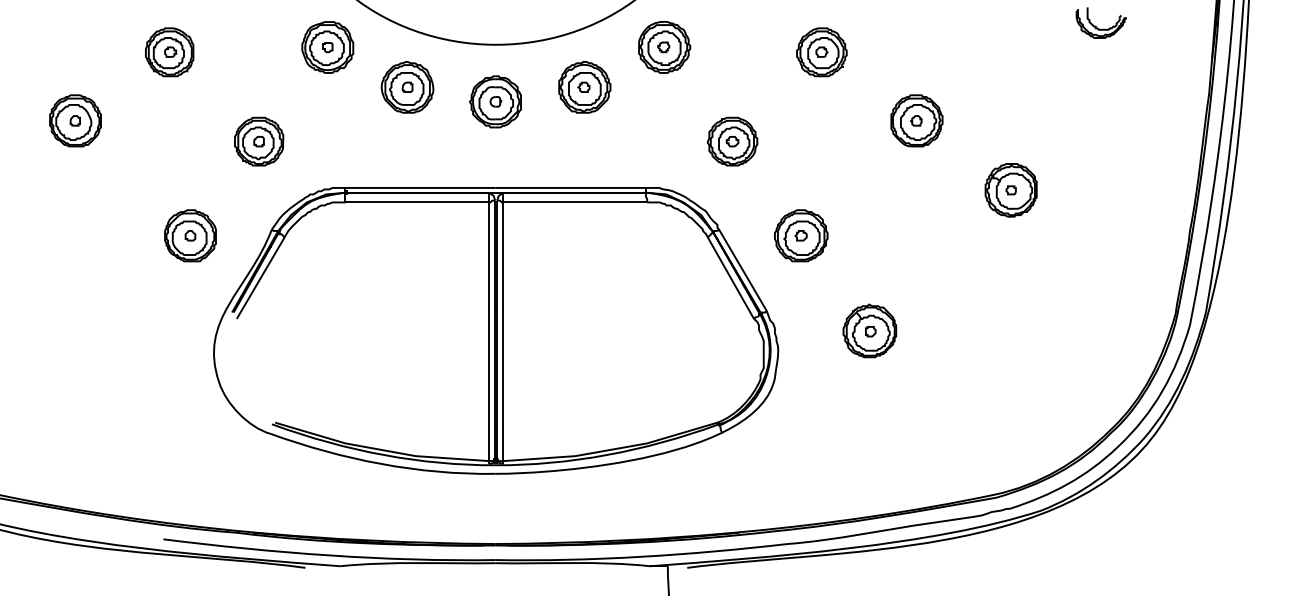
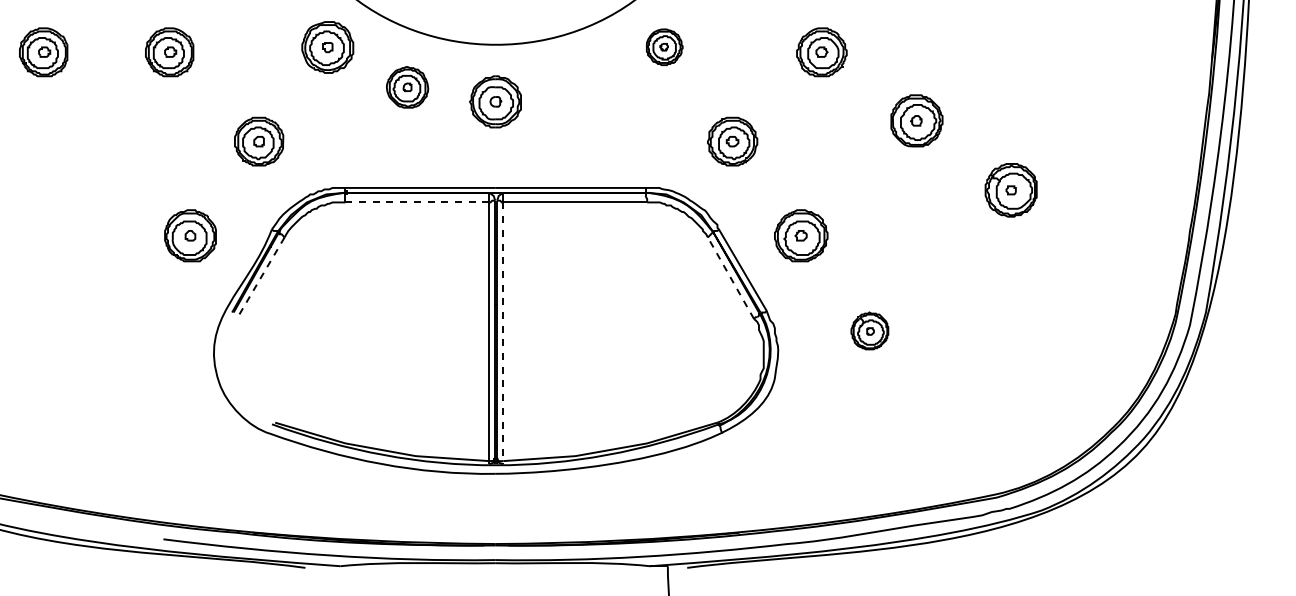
part at (1100, 22): present -> none
part at (664, 46) size: 54x54 px -> 38x39 px
part at (43, 52): none -> present
part at (407, 87) size: 55x53 px -> 44x43 px
part at (584, 87): present -> none
part at (75, 120): present -> none
line at (417, 202): solid -> dashed
line at (260, 278): solid -> dashed
line at (730, 278): solid -> dashed
part at (869, 330) size: 56x56 px -> 40x40 px
line at (503, 333): solid -> dashed
